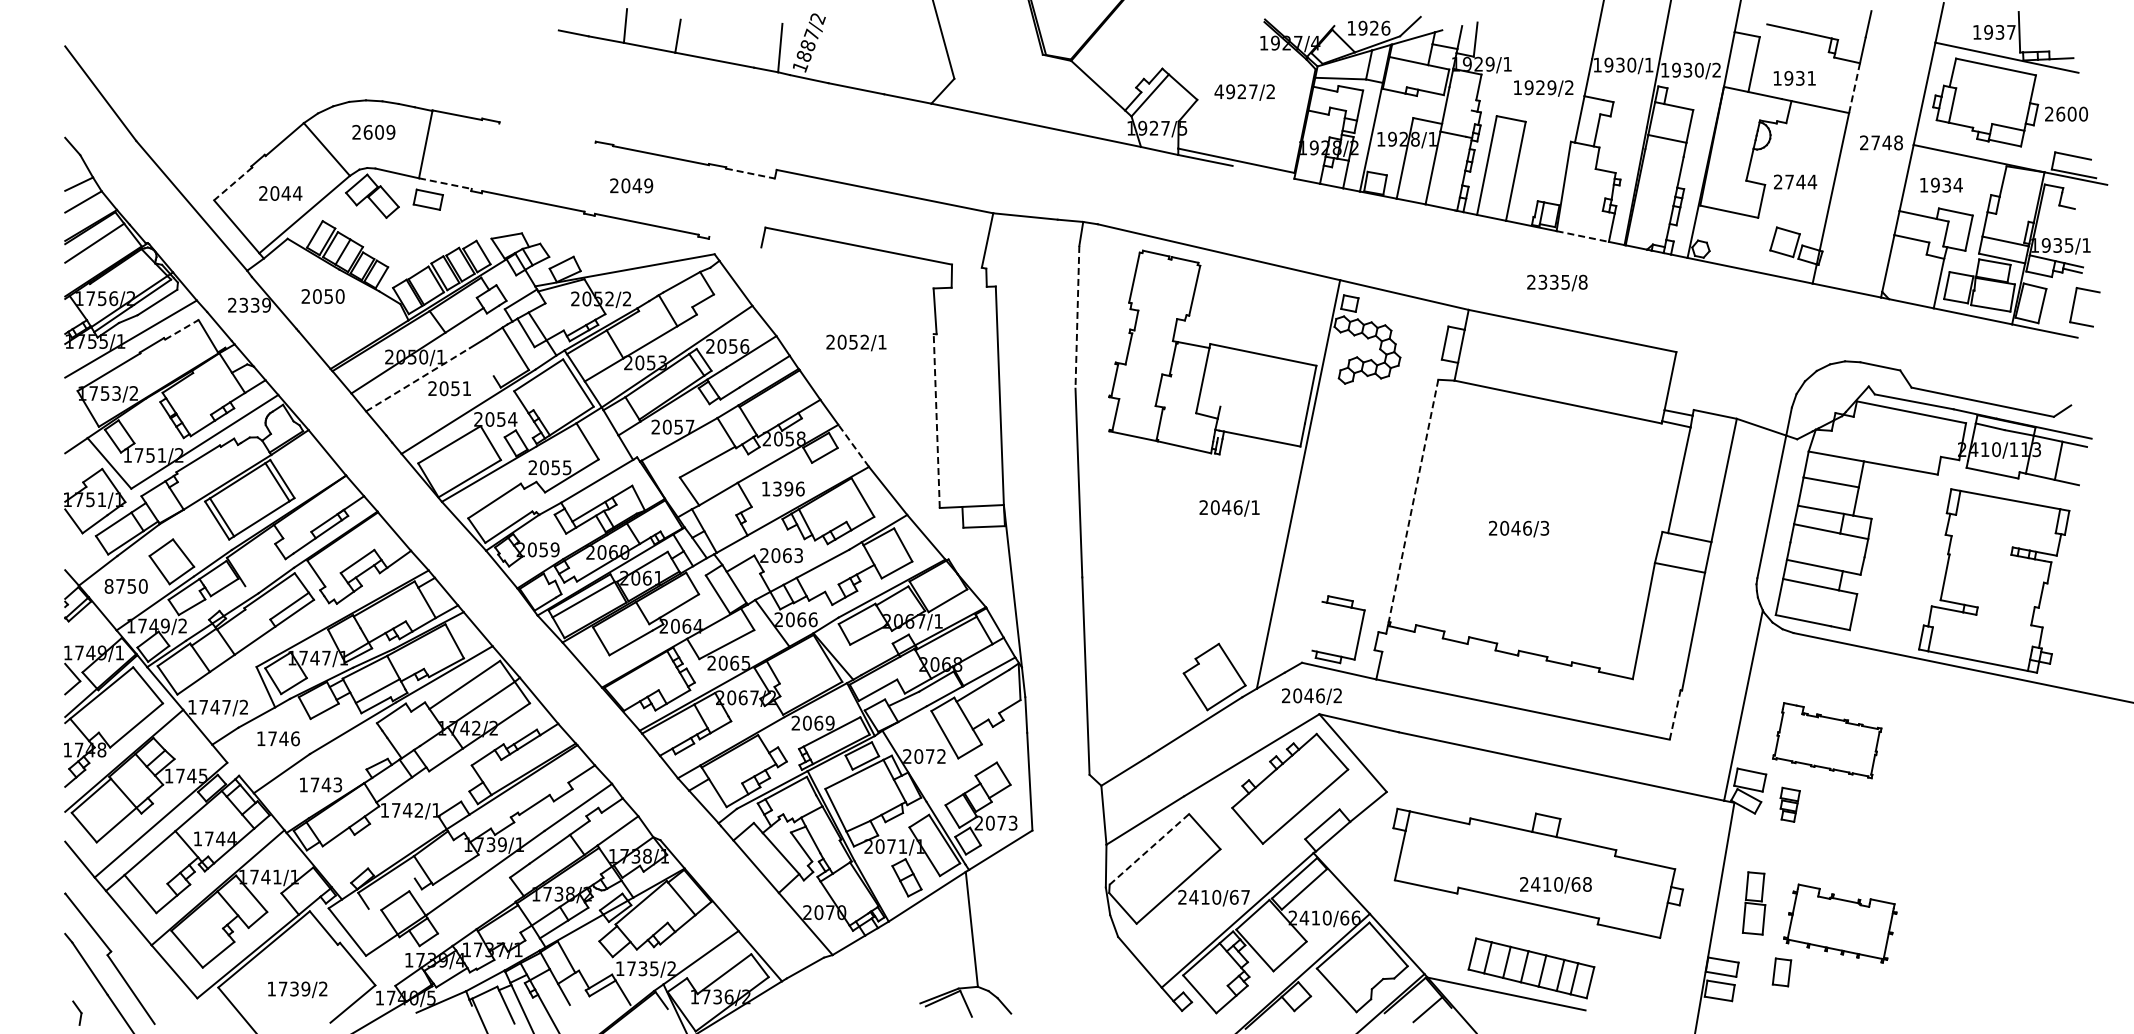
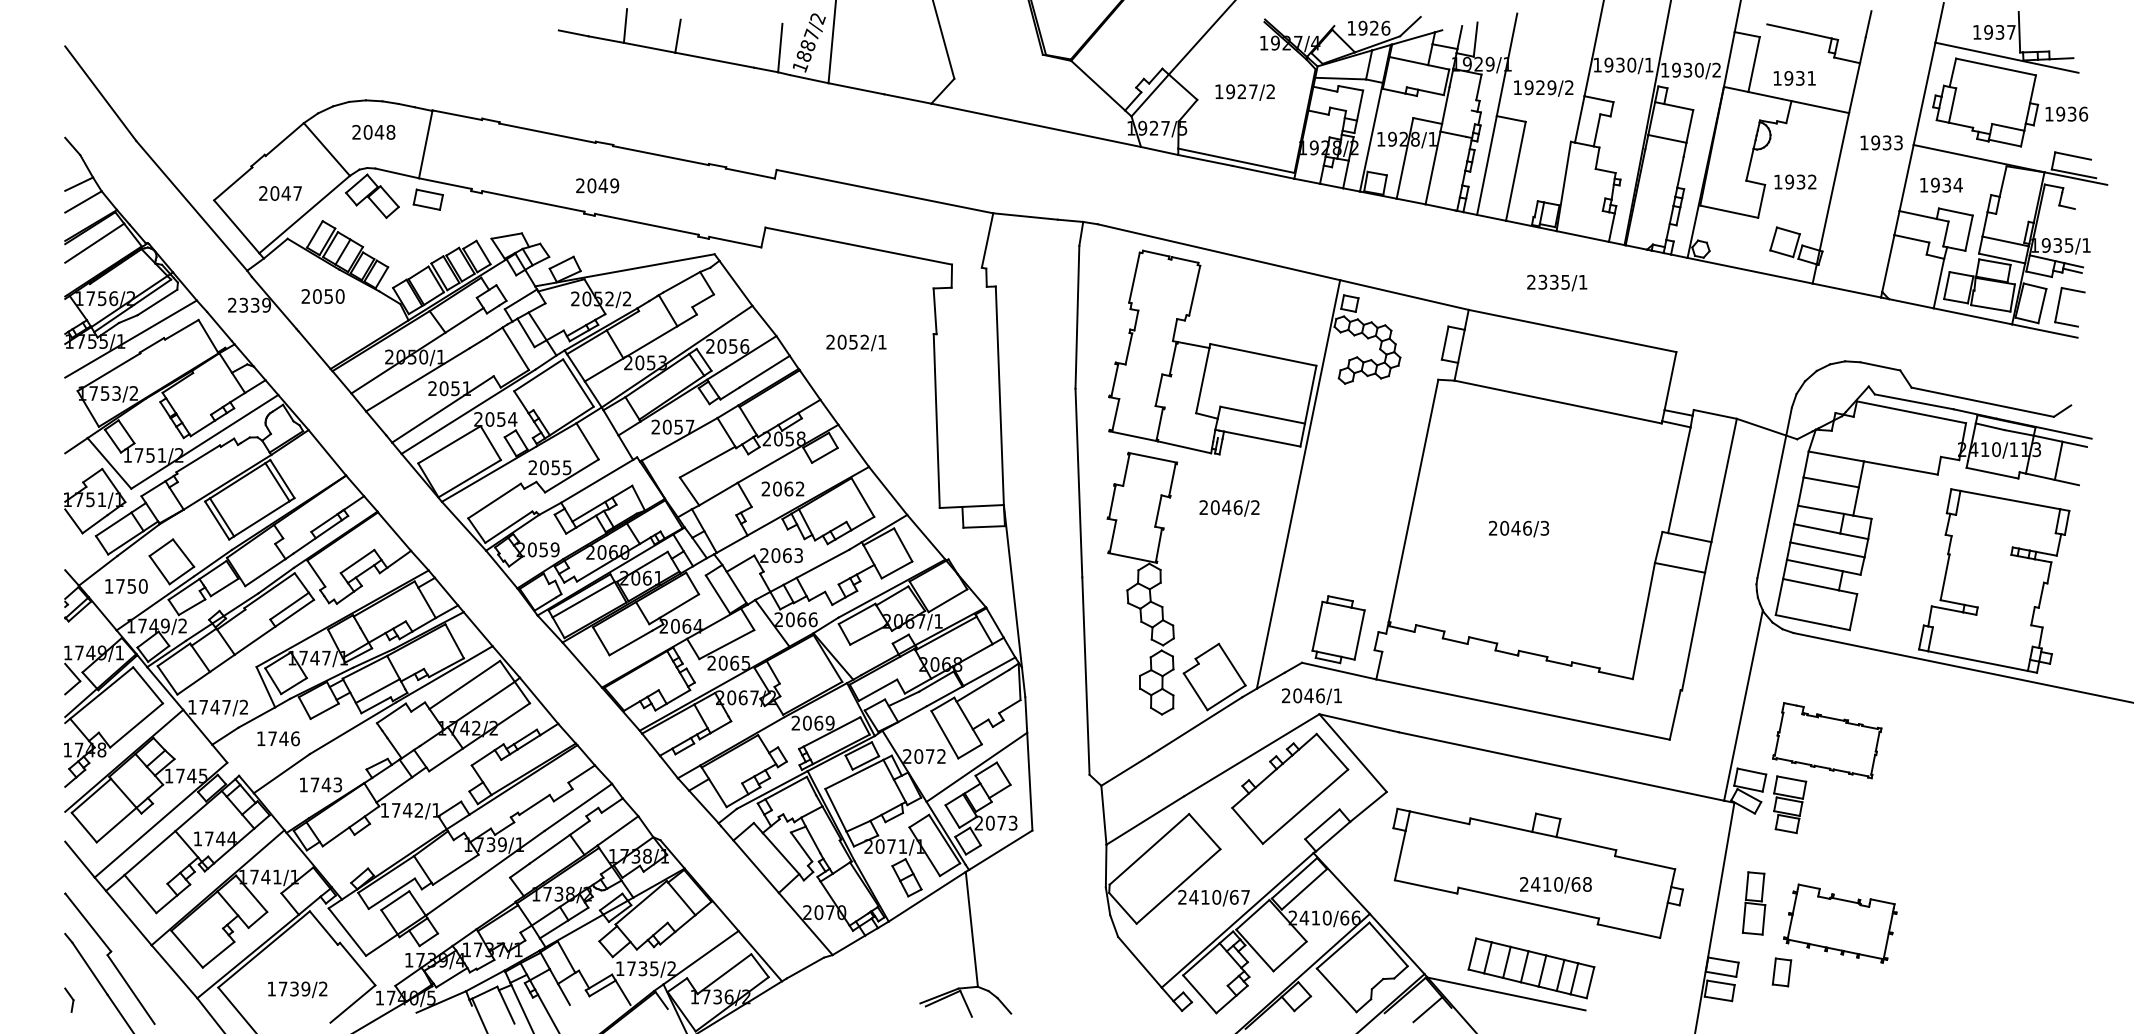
line at (1200, 38): none -> present
line at (831, 42): none -> present
line at (1506, 64): none -> present
line at (1854, 88): dashed -> solid
text at (1218, 91): 4927/2 -> 1927/2
text at (2066, 113): 2600 -> 1936
text at (379, 131): 2609 -> 2048
line at (547, 132): none -> present
text at (1881, 142): 2748 -> 1933
line at (1263, 171): none -> present
line at (750, 173): dashed -> solid
text at (1795, 181): 2744 -> 1932
line at (445, 183): dashed -> solid
line at (232, 184): dashed -> solid
text at (631, 185) position: (631, 185) -> (597, 185)
text at (297, 193): 2044 -> 2047
line at (1582, 236): dashed -> solid
line at (735, 241): none -> present
text at (1582, 281): 2335/8 -> 2335/1
part at (2074, 306) position: (2074, 306) -> (2059, 306)
line at (1077, 317): dashed -> solid
line at (182, 329): dashed -> solid
line at (417, 379): dashed -> solid
line at (442, 409): none -> present
line at (1262, 414): none -> present
line at (936, 420): dashed -> solid
line at (853, 445): dashed -> solid
text at (782, 488): 1396 -> 2062
line at (1413, 500): dashed -> solid
text at (1255, 507): 2046/1 -> 2046/2
line at (1827, 549): none -> present
line at (265, 572): none -> present
part at (1142, 583): none -> present
text at (108, 586): 8750 -> 1750
line at (1317, 625): none -> present
text at (1337, 695): 2046/2 -> 2046/1
line at (1675, 714): dashed -> solid
line at (976, 766): none -> present
part at (1789, 804) size: 22x37 px -> 35x60 px
line at (1149, 849): dashed -> solid
line at (391, 893): none -> present
part at (77, 1012) position: (77, 1012) -> (69, 999)
line at (209, 1014): none -> present
